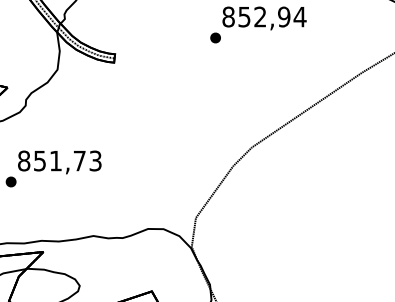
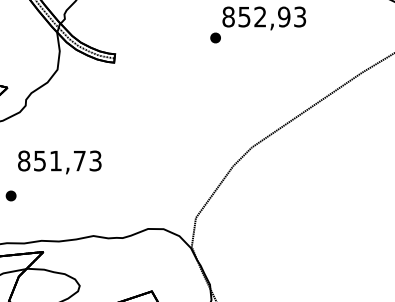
text at (299, 16): 852,94 -> 852,93
part at (10, 181) position: (10, 181) -> (10, 195)
